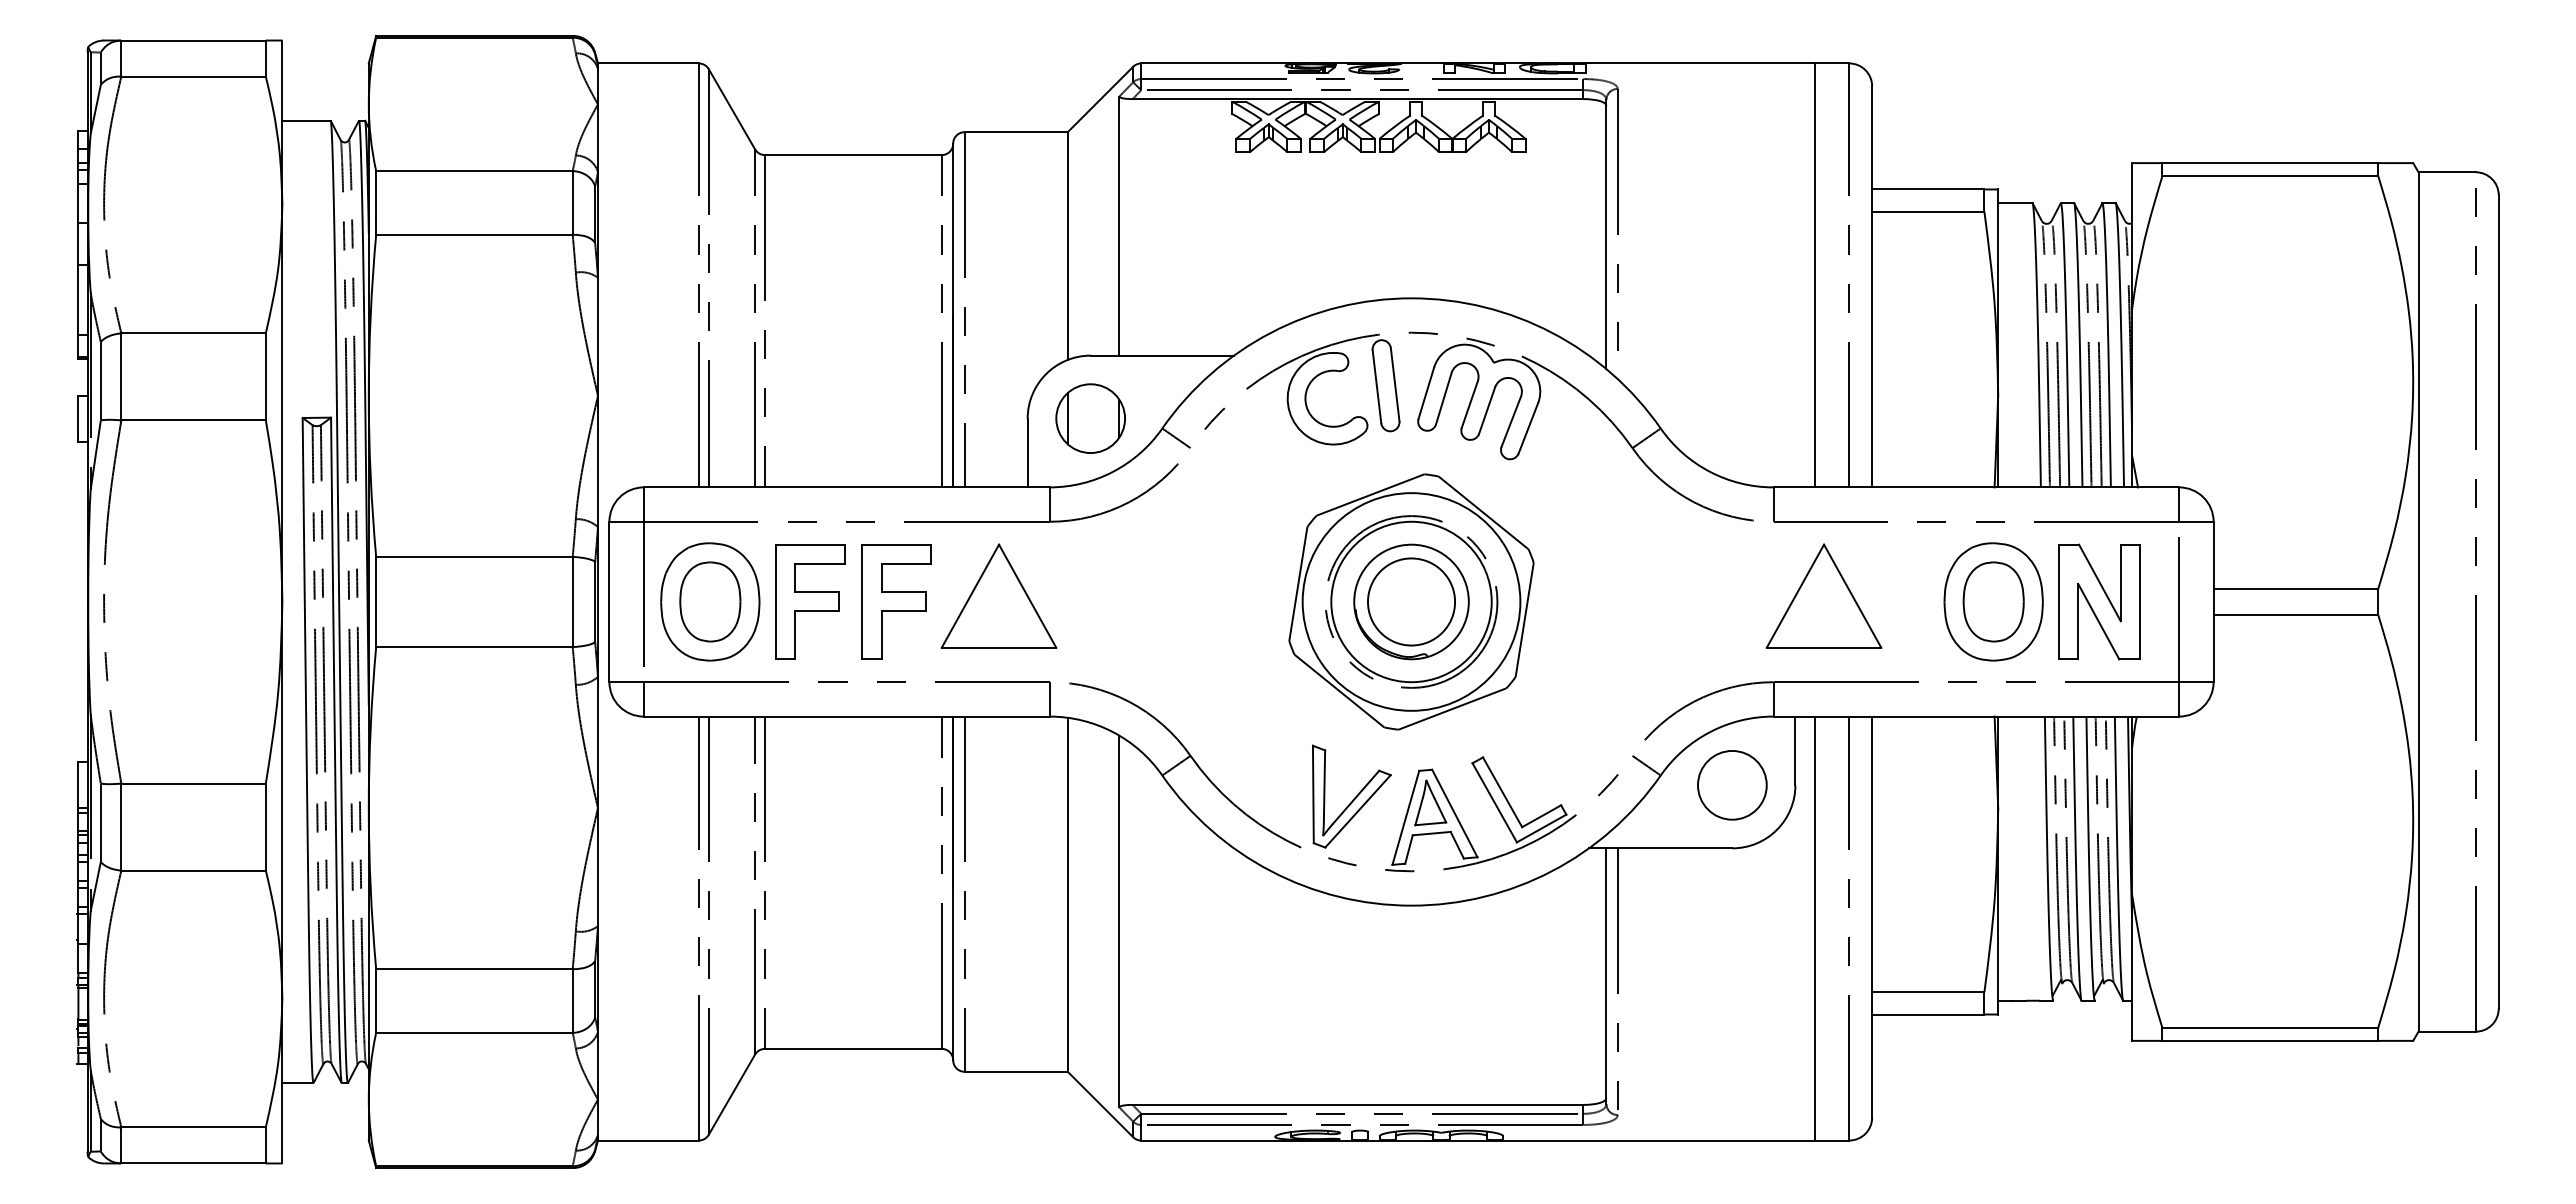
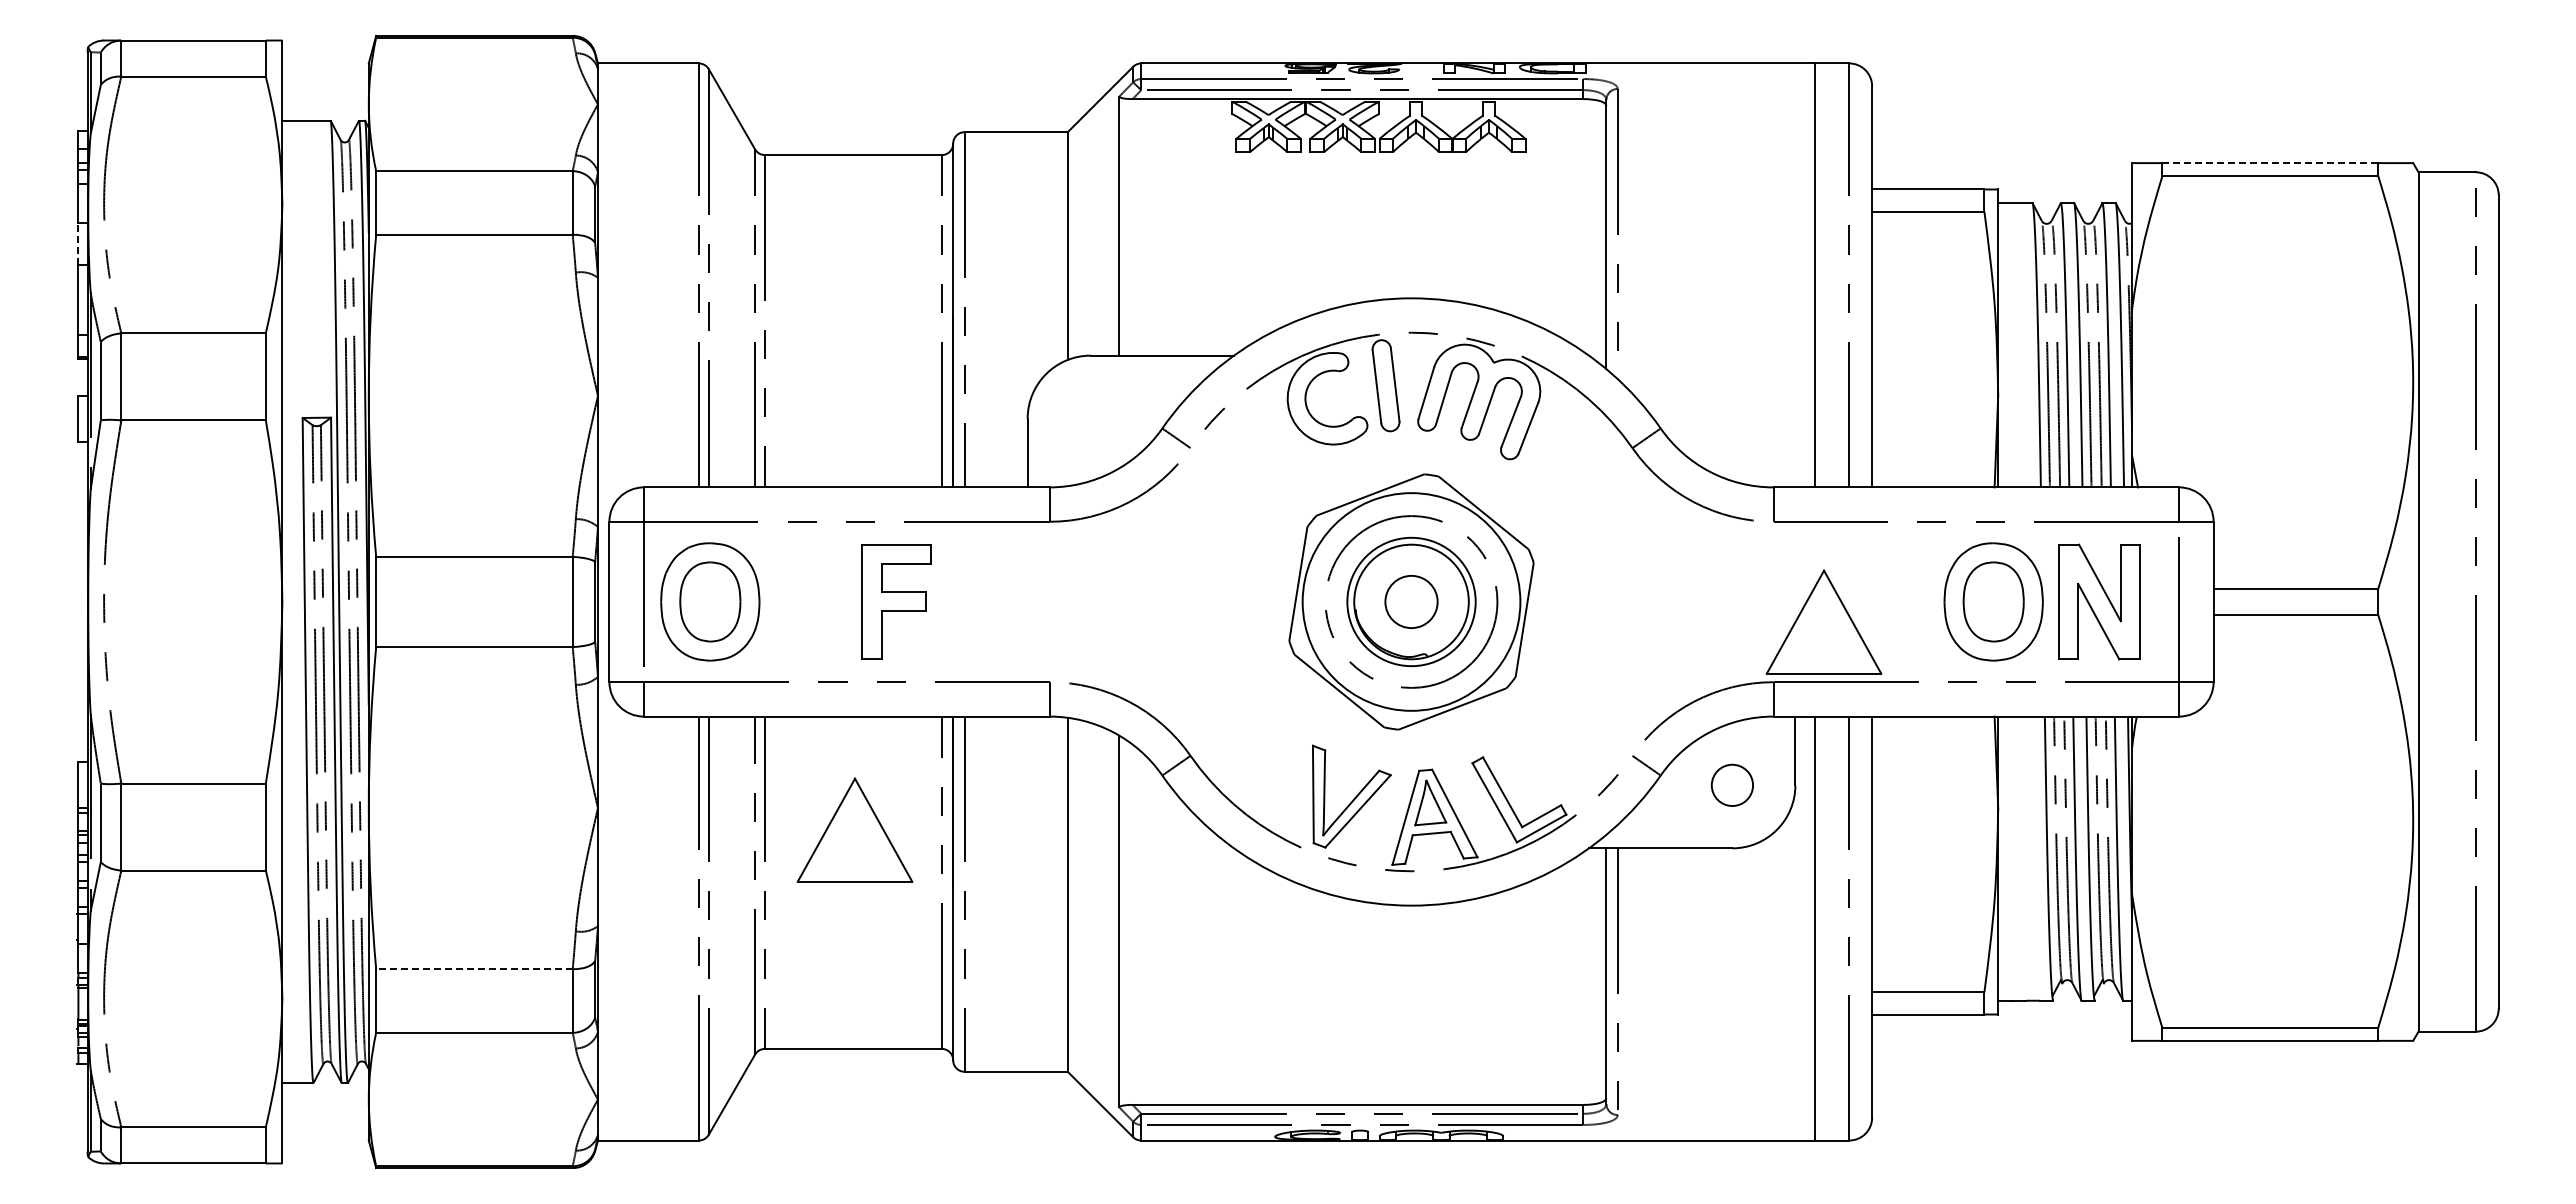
line at (2270, 163): solid -> dashed
line at (78, 243): solid -> dashed
part at (1090, 418): present -> none
part at (998, 595) position: (998, 595) -> (854, 829)
part at (1823, 595) position: (1823, 595) -> (1823, 621)
part at (810, 601): present -> none
circle at (1411, 601) diameter: 160 px -> 128 px
circle at (1411, 601) diameter: 87 px -> 52 px
circle at (1732, 785) size: 71x71 px -> 44x44 px
line at (473, 969): solid -> dashed
